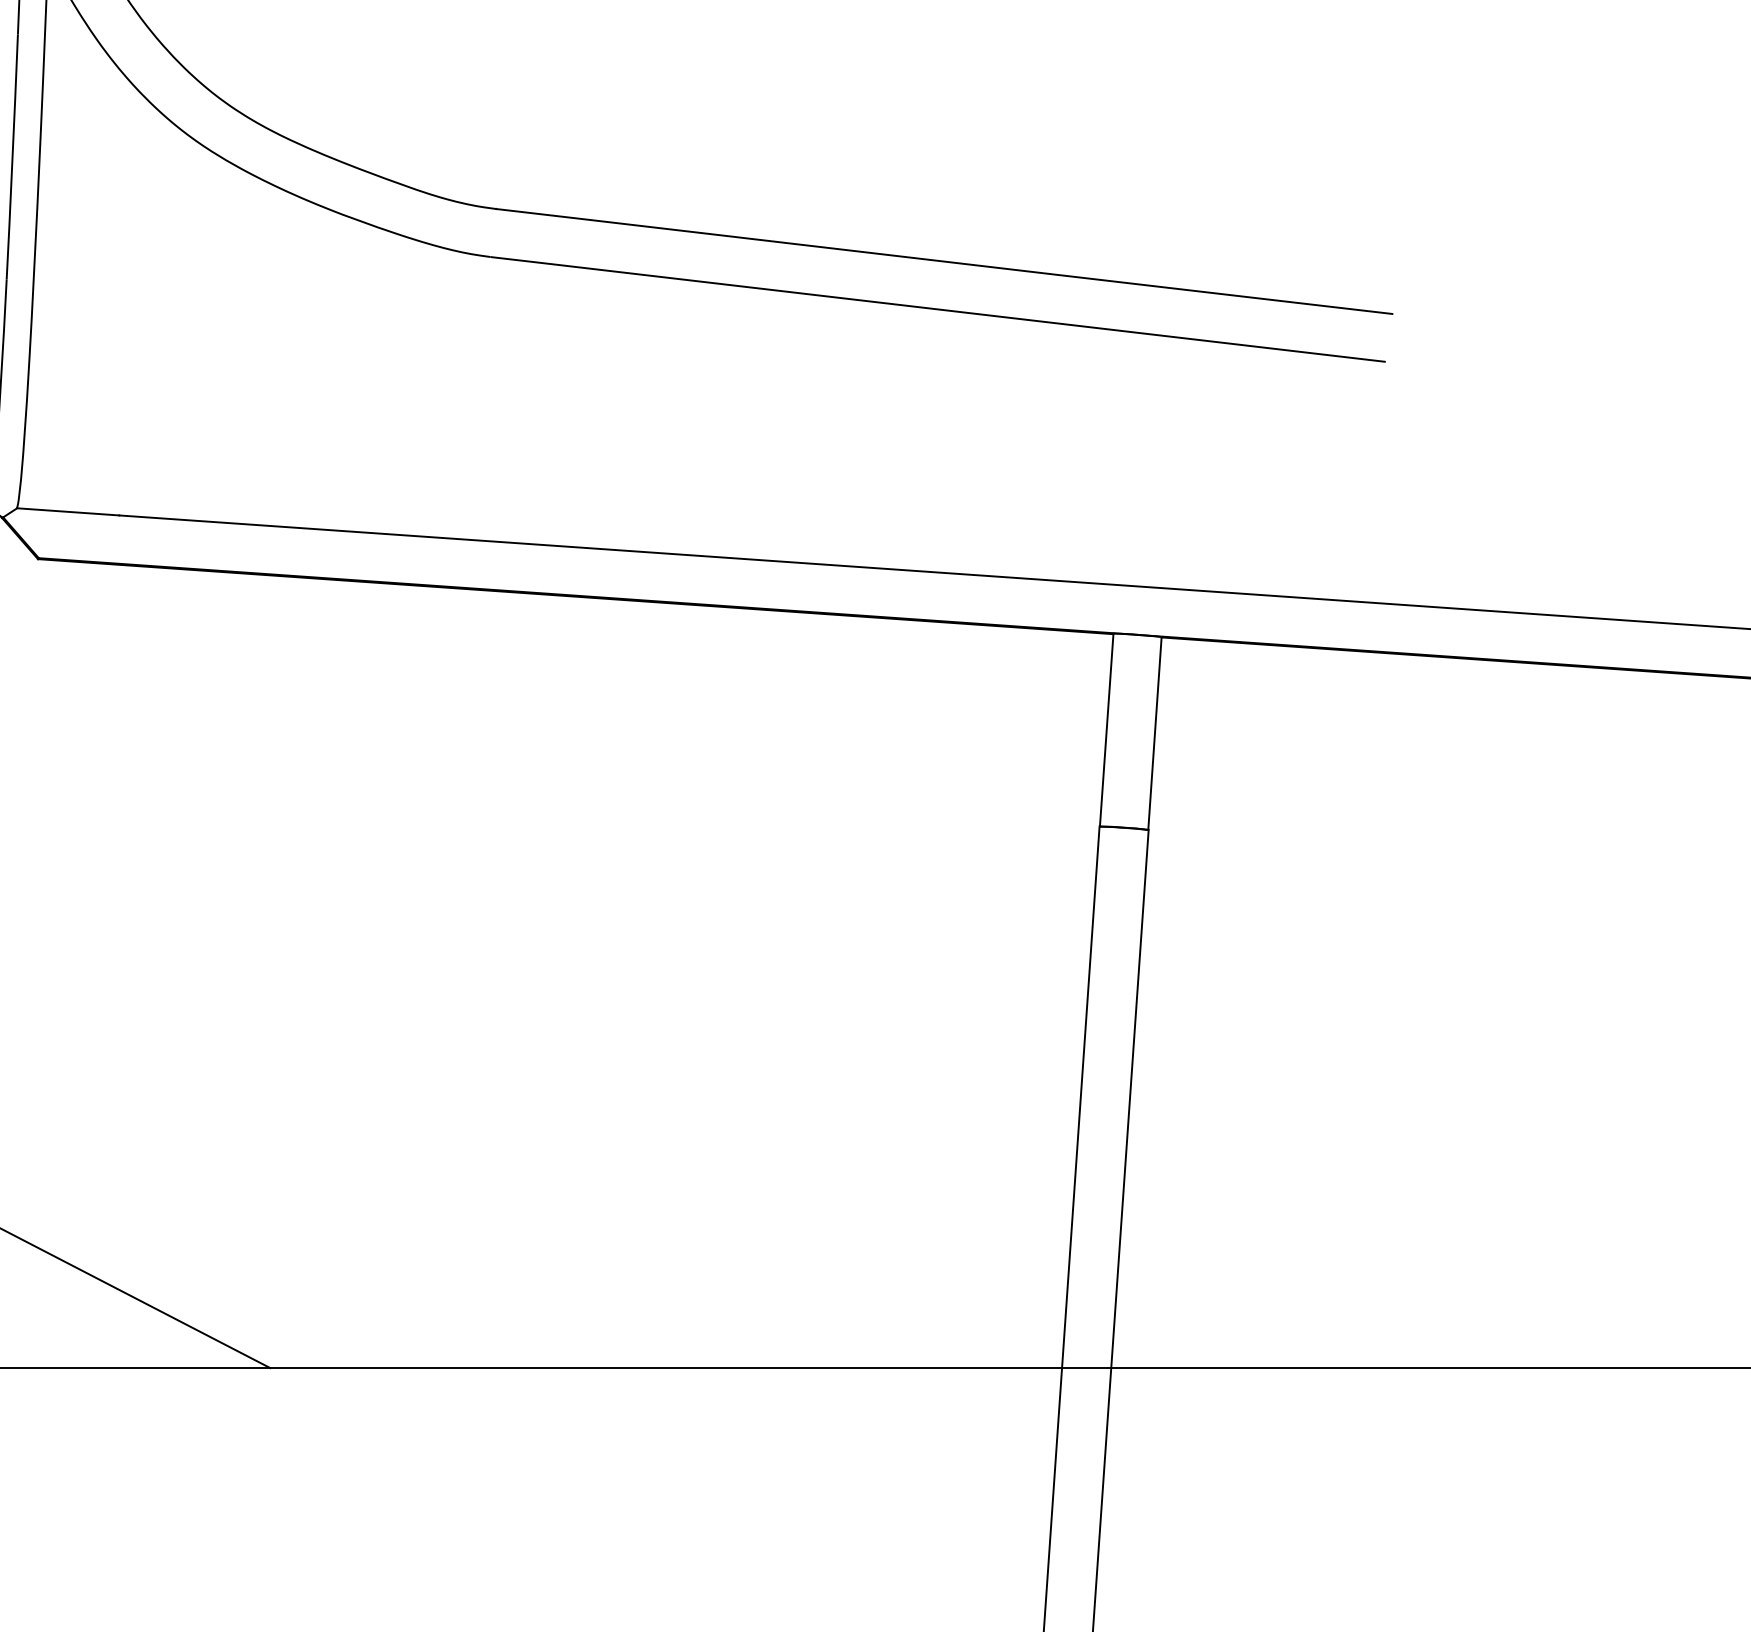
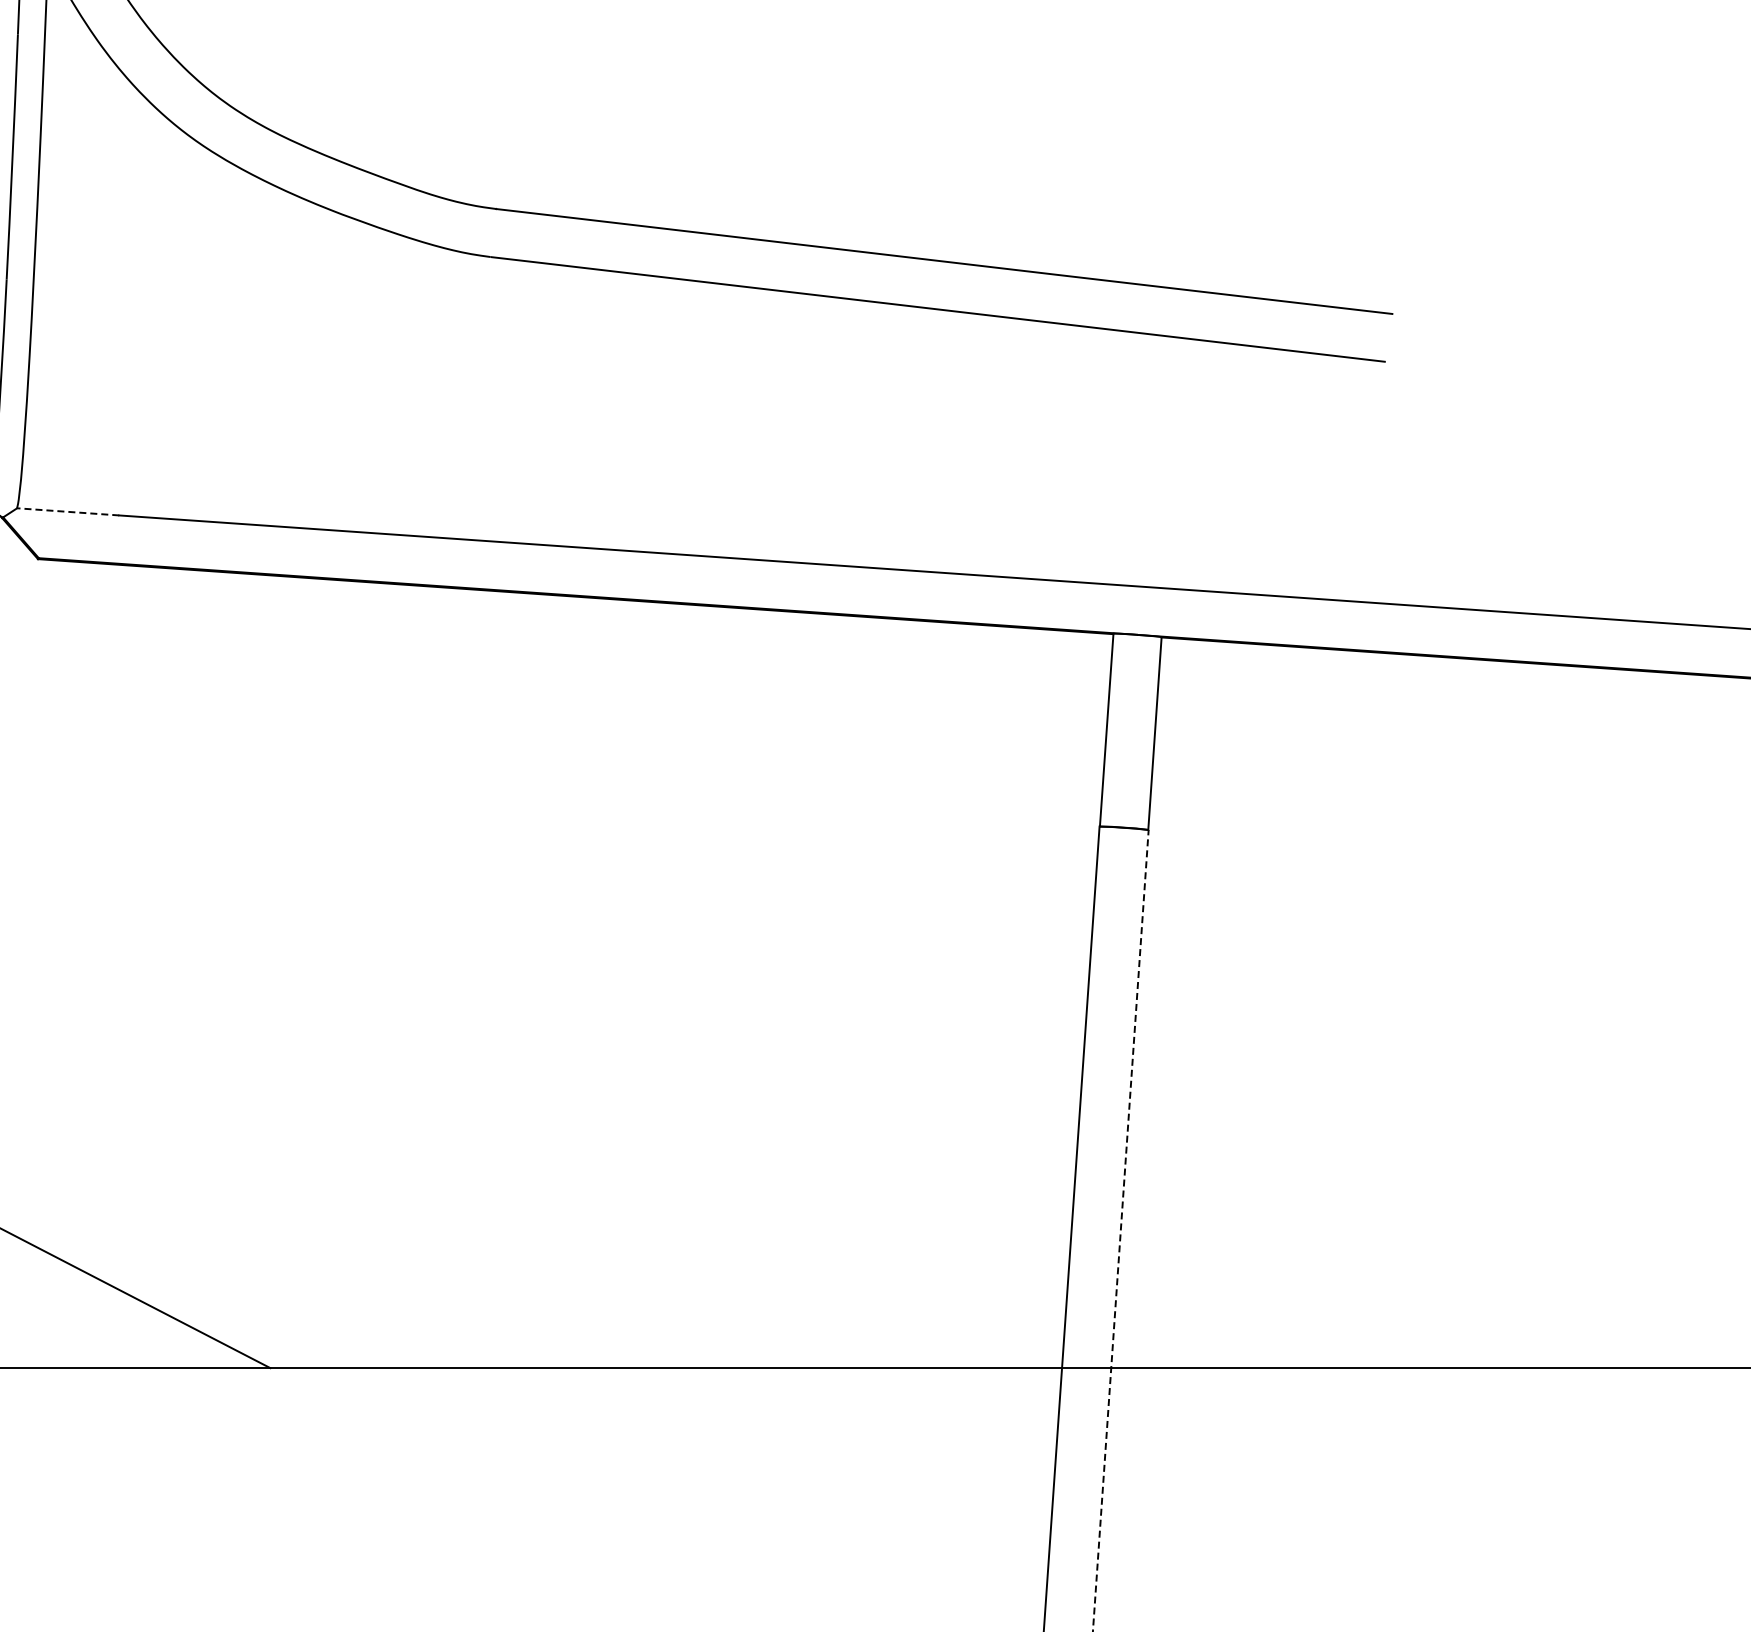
line at (67, 511): solid -> dashed
line at (1120, 1230): solid -> dashed
